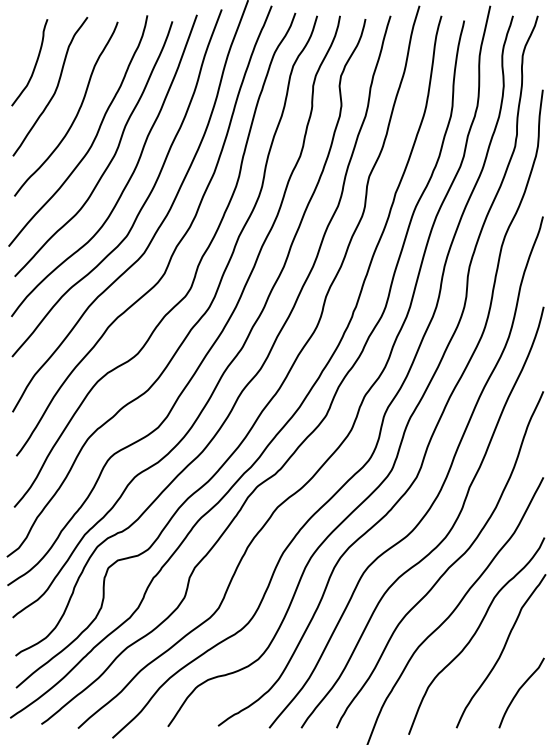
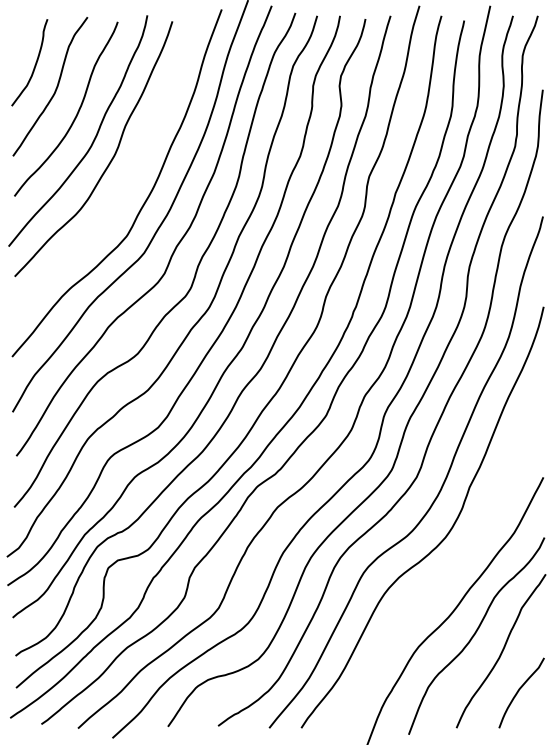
curve at (129, 177): present -> none
curve at (448, 567): present -> none
